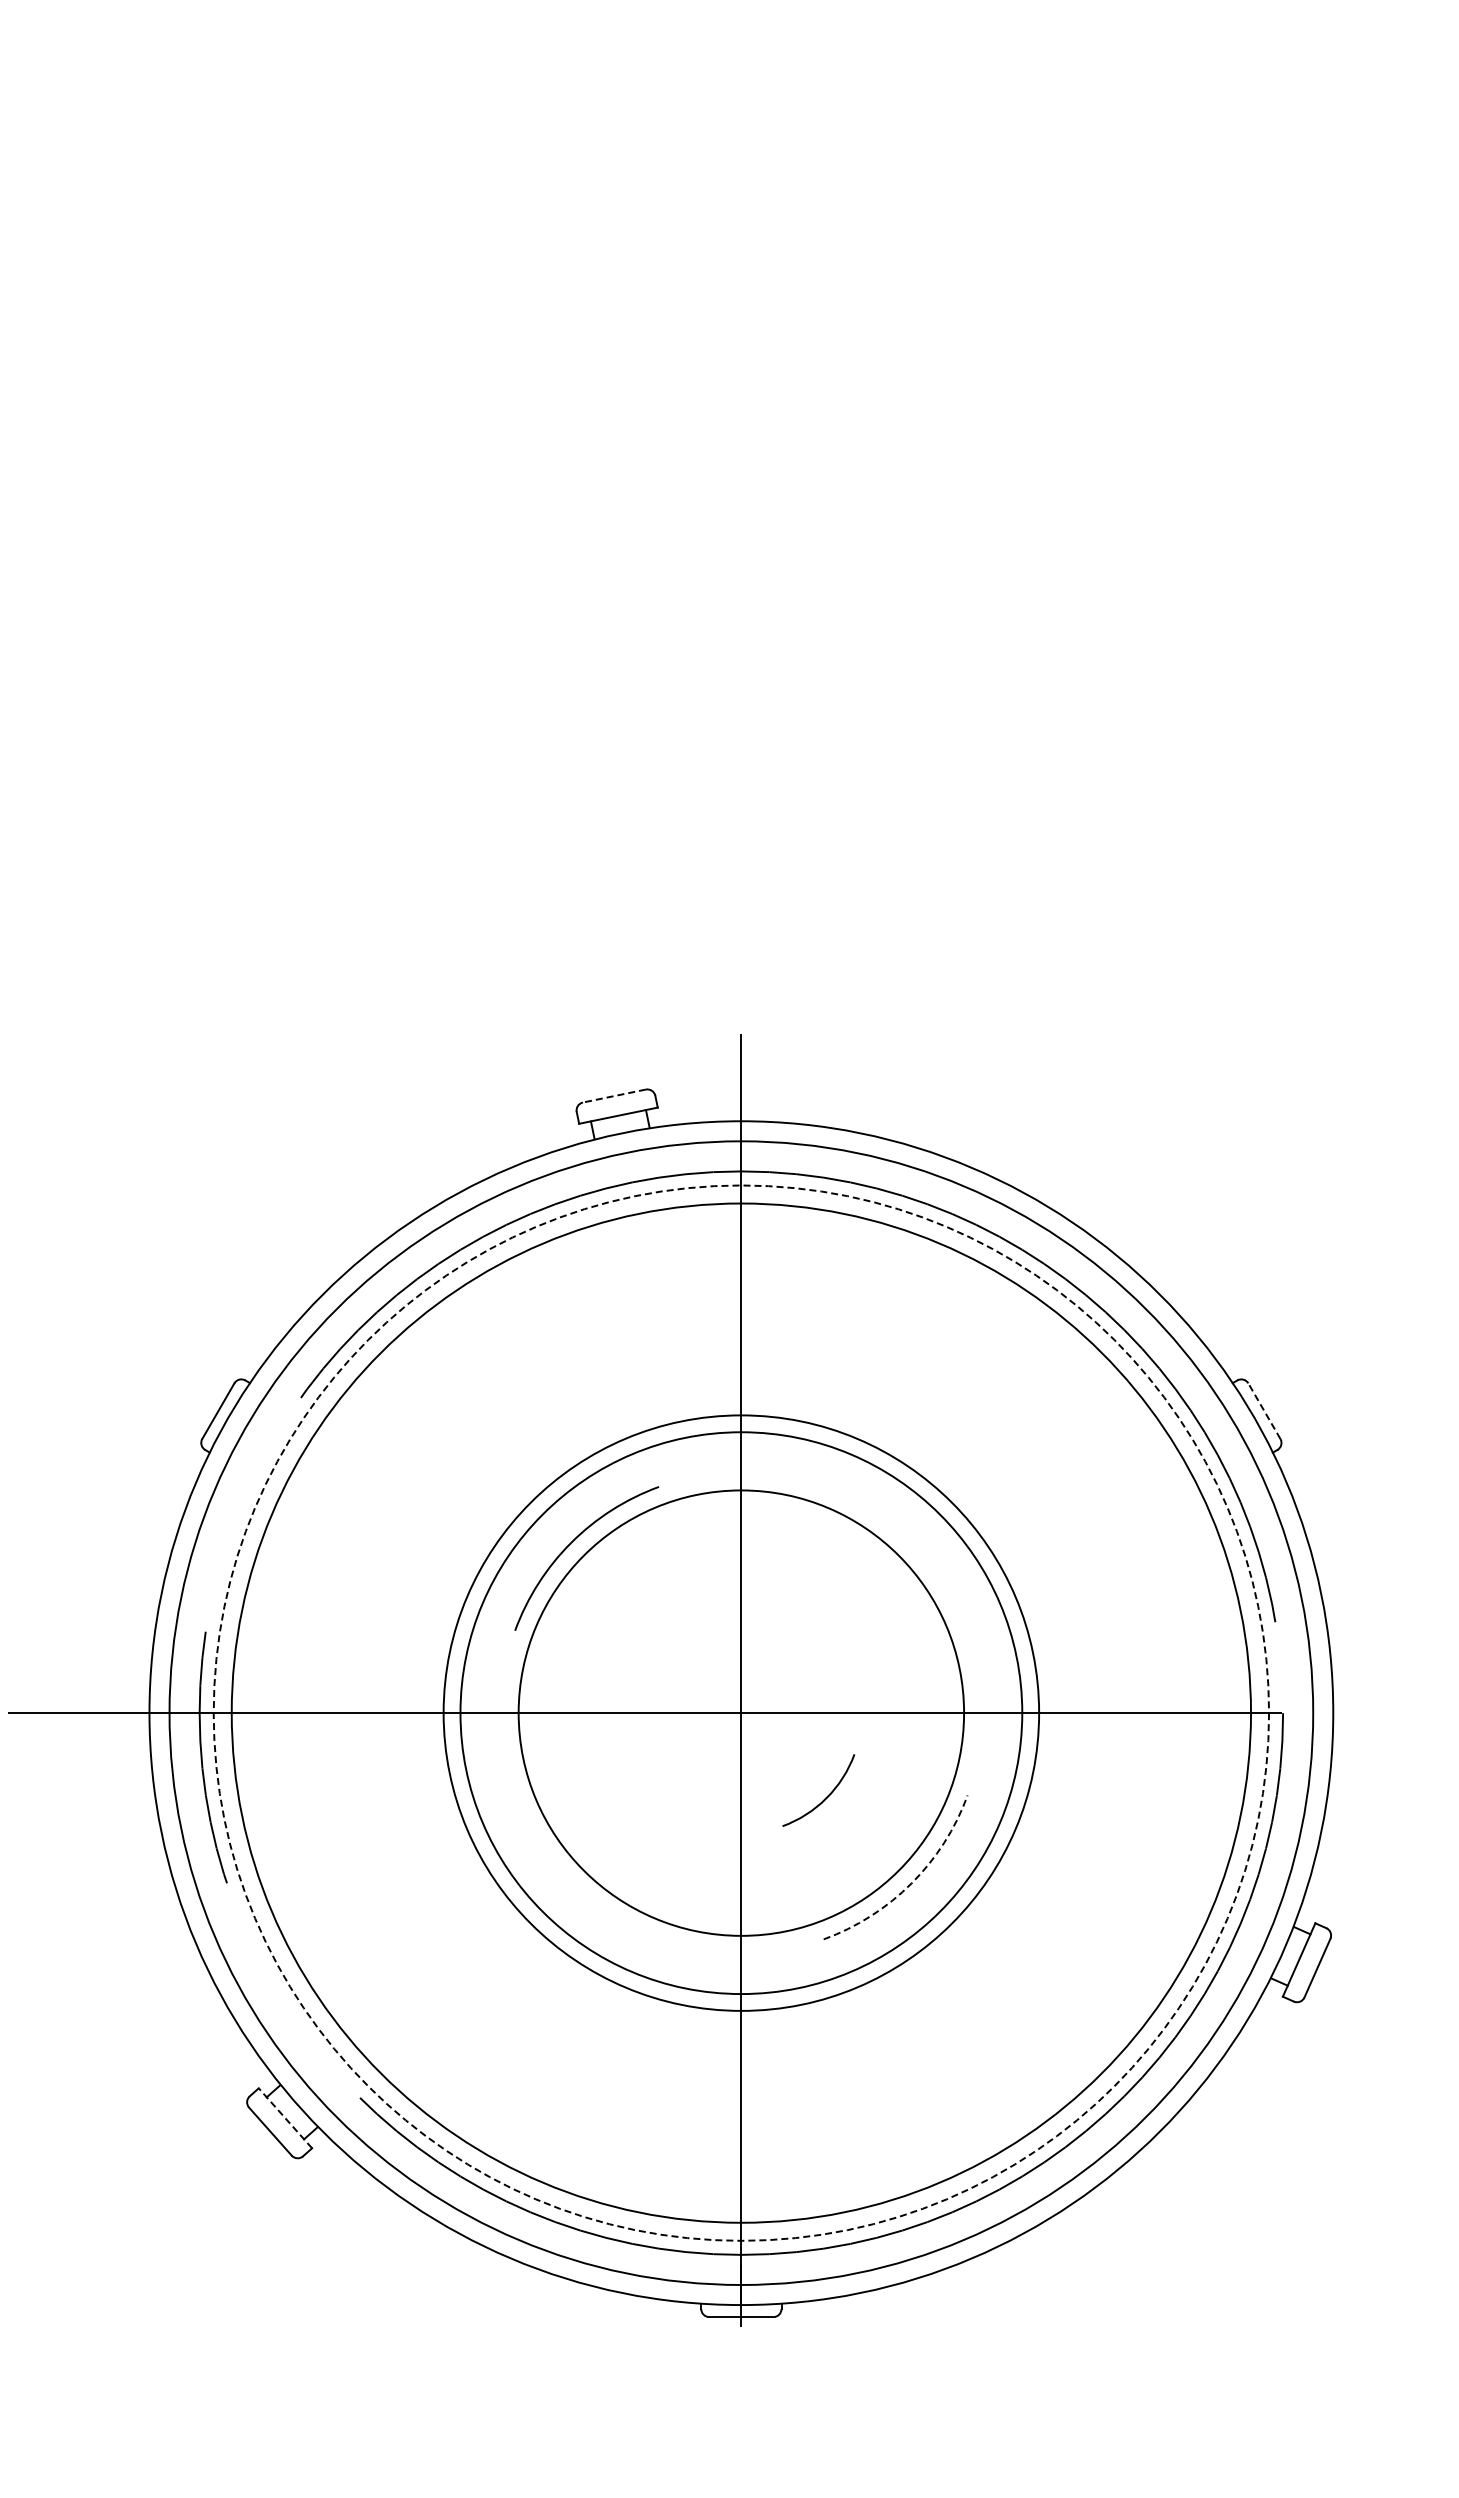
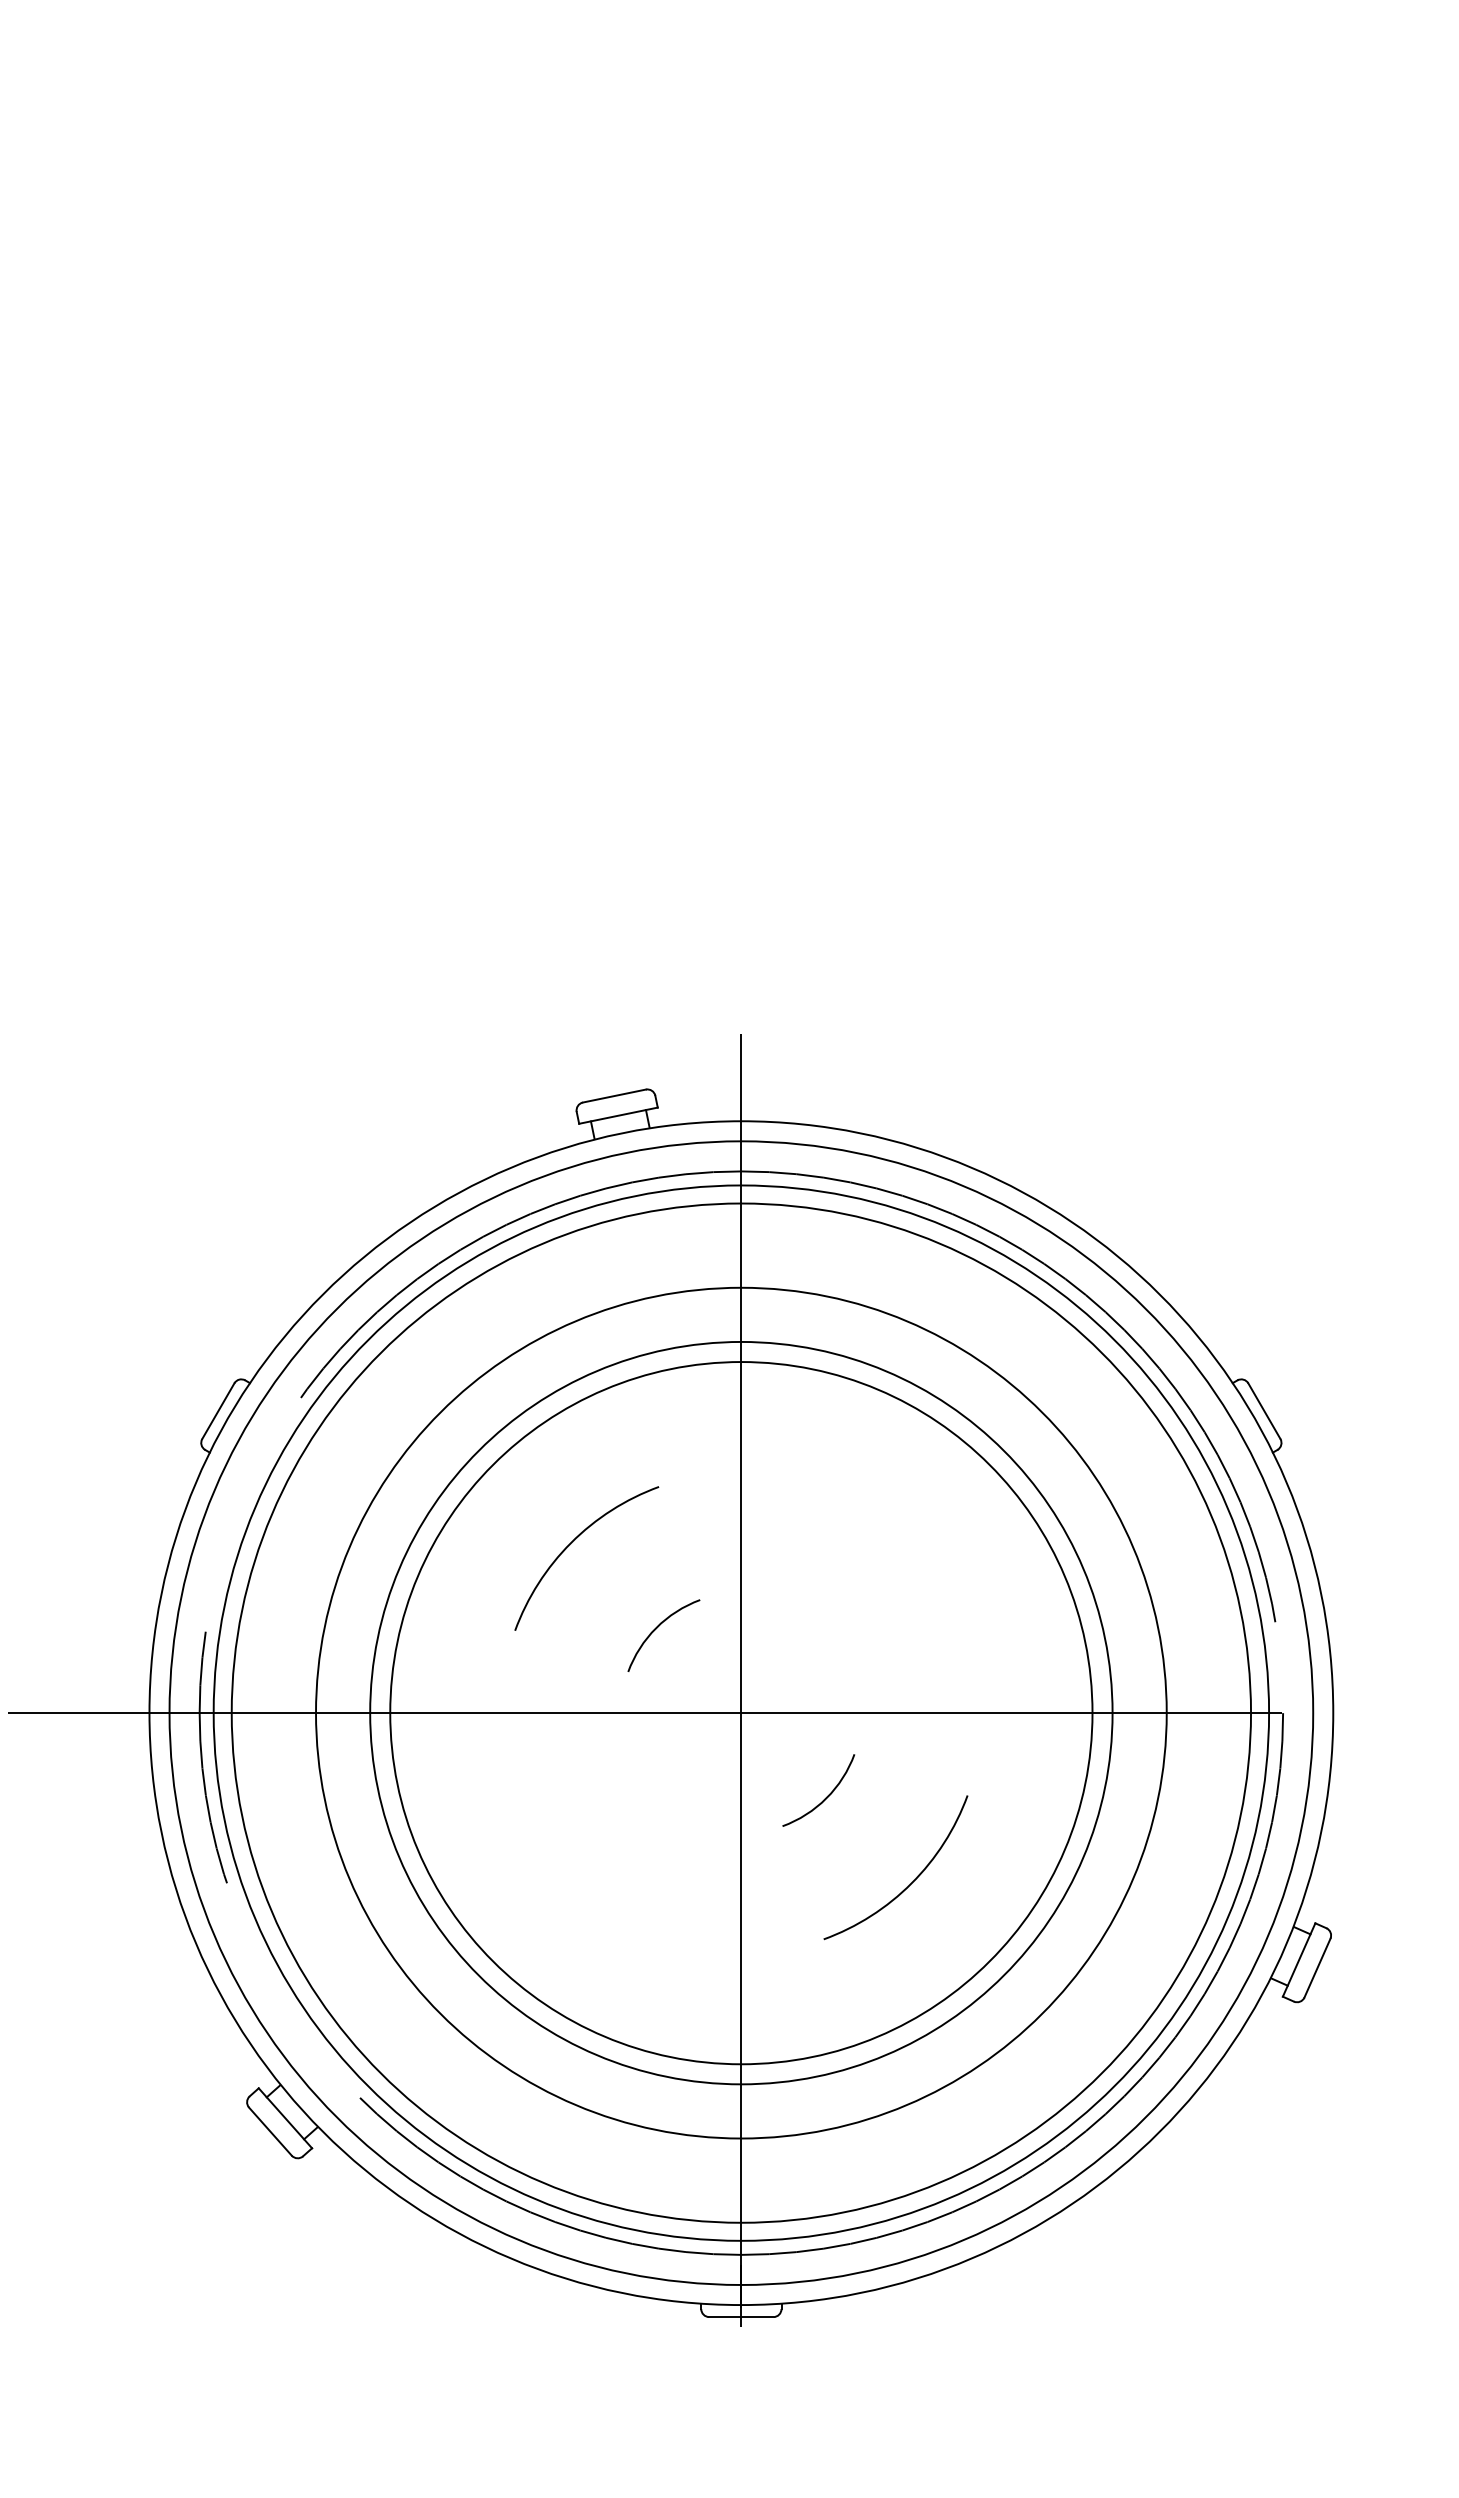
line at (613, 1096): dashed -> solid
line at (1264, 1410): dashed -> solid
arc at (657, 1628): none -> present
circle at (741, 1712) diameter: 445 px -> 742 px
circle at (741, 1712) diameter: 596 px -> 851 px
circle at (741, 1712): dashed -> solid
circle at (741, 1713) diameter: 562 px -> 702 px
arc at (911, 1883): dashed -> solid
line at (285, 2117): dashed -> solid
